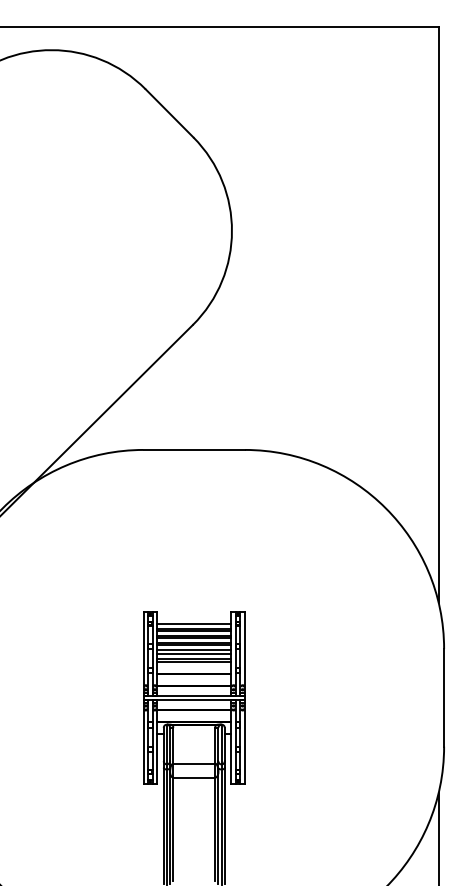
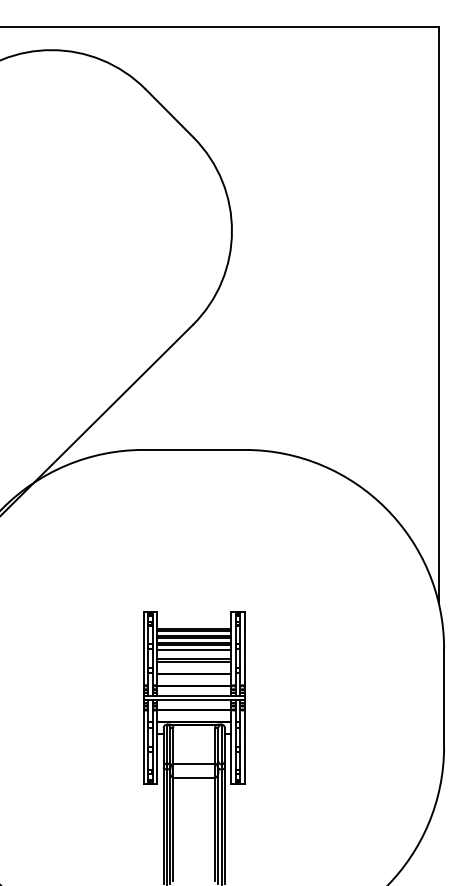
line at (194, 624): present -> none
line at (194, 653): present -> none
line at (438, 837): present -> none
